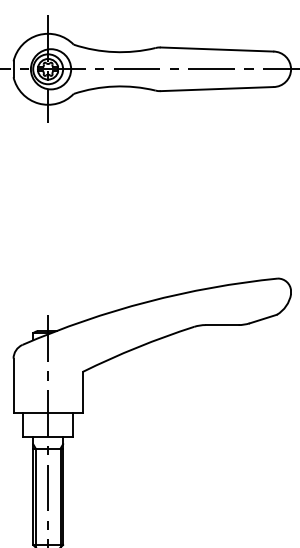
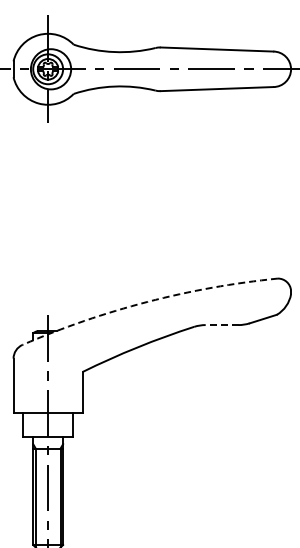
arc at (147, 301): solid -> dashed
line at (221, 325): solid -> dashed
